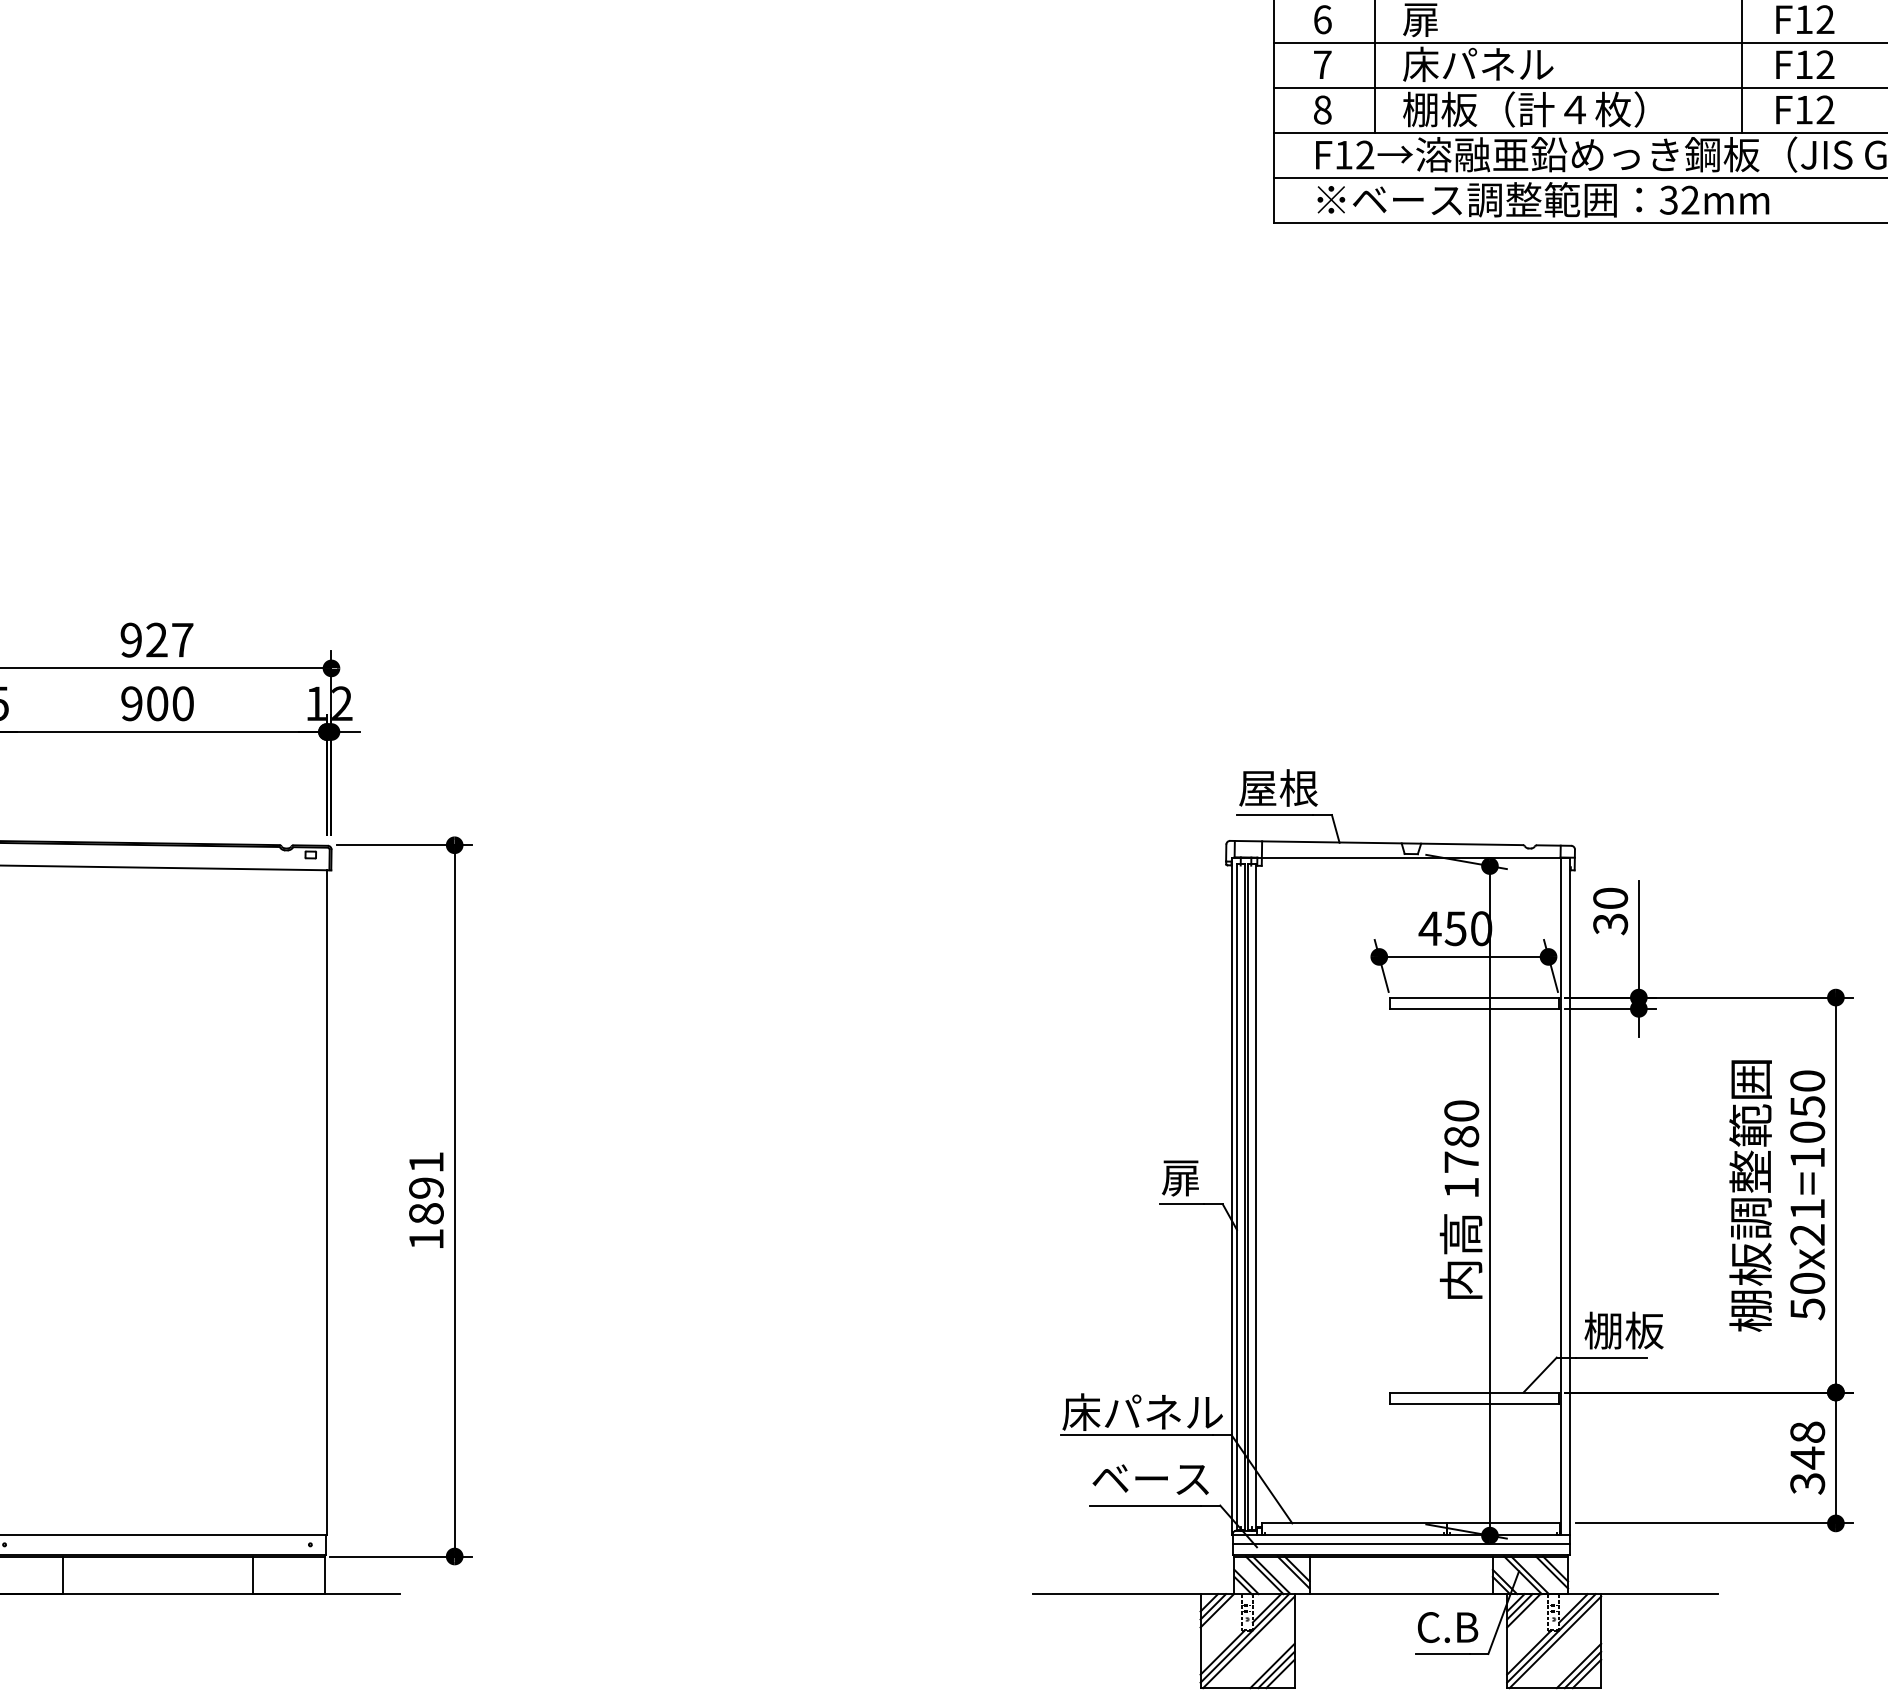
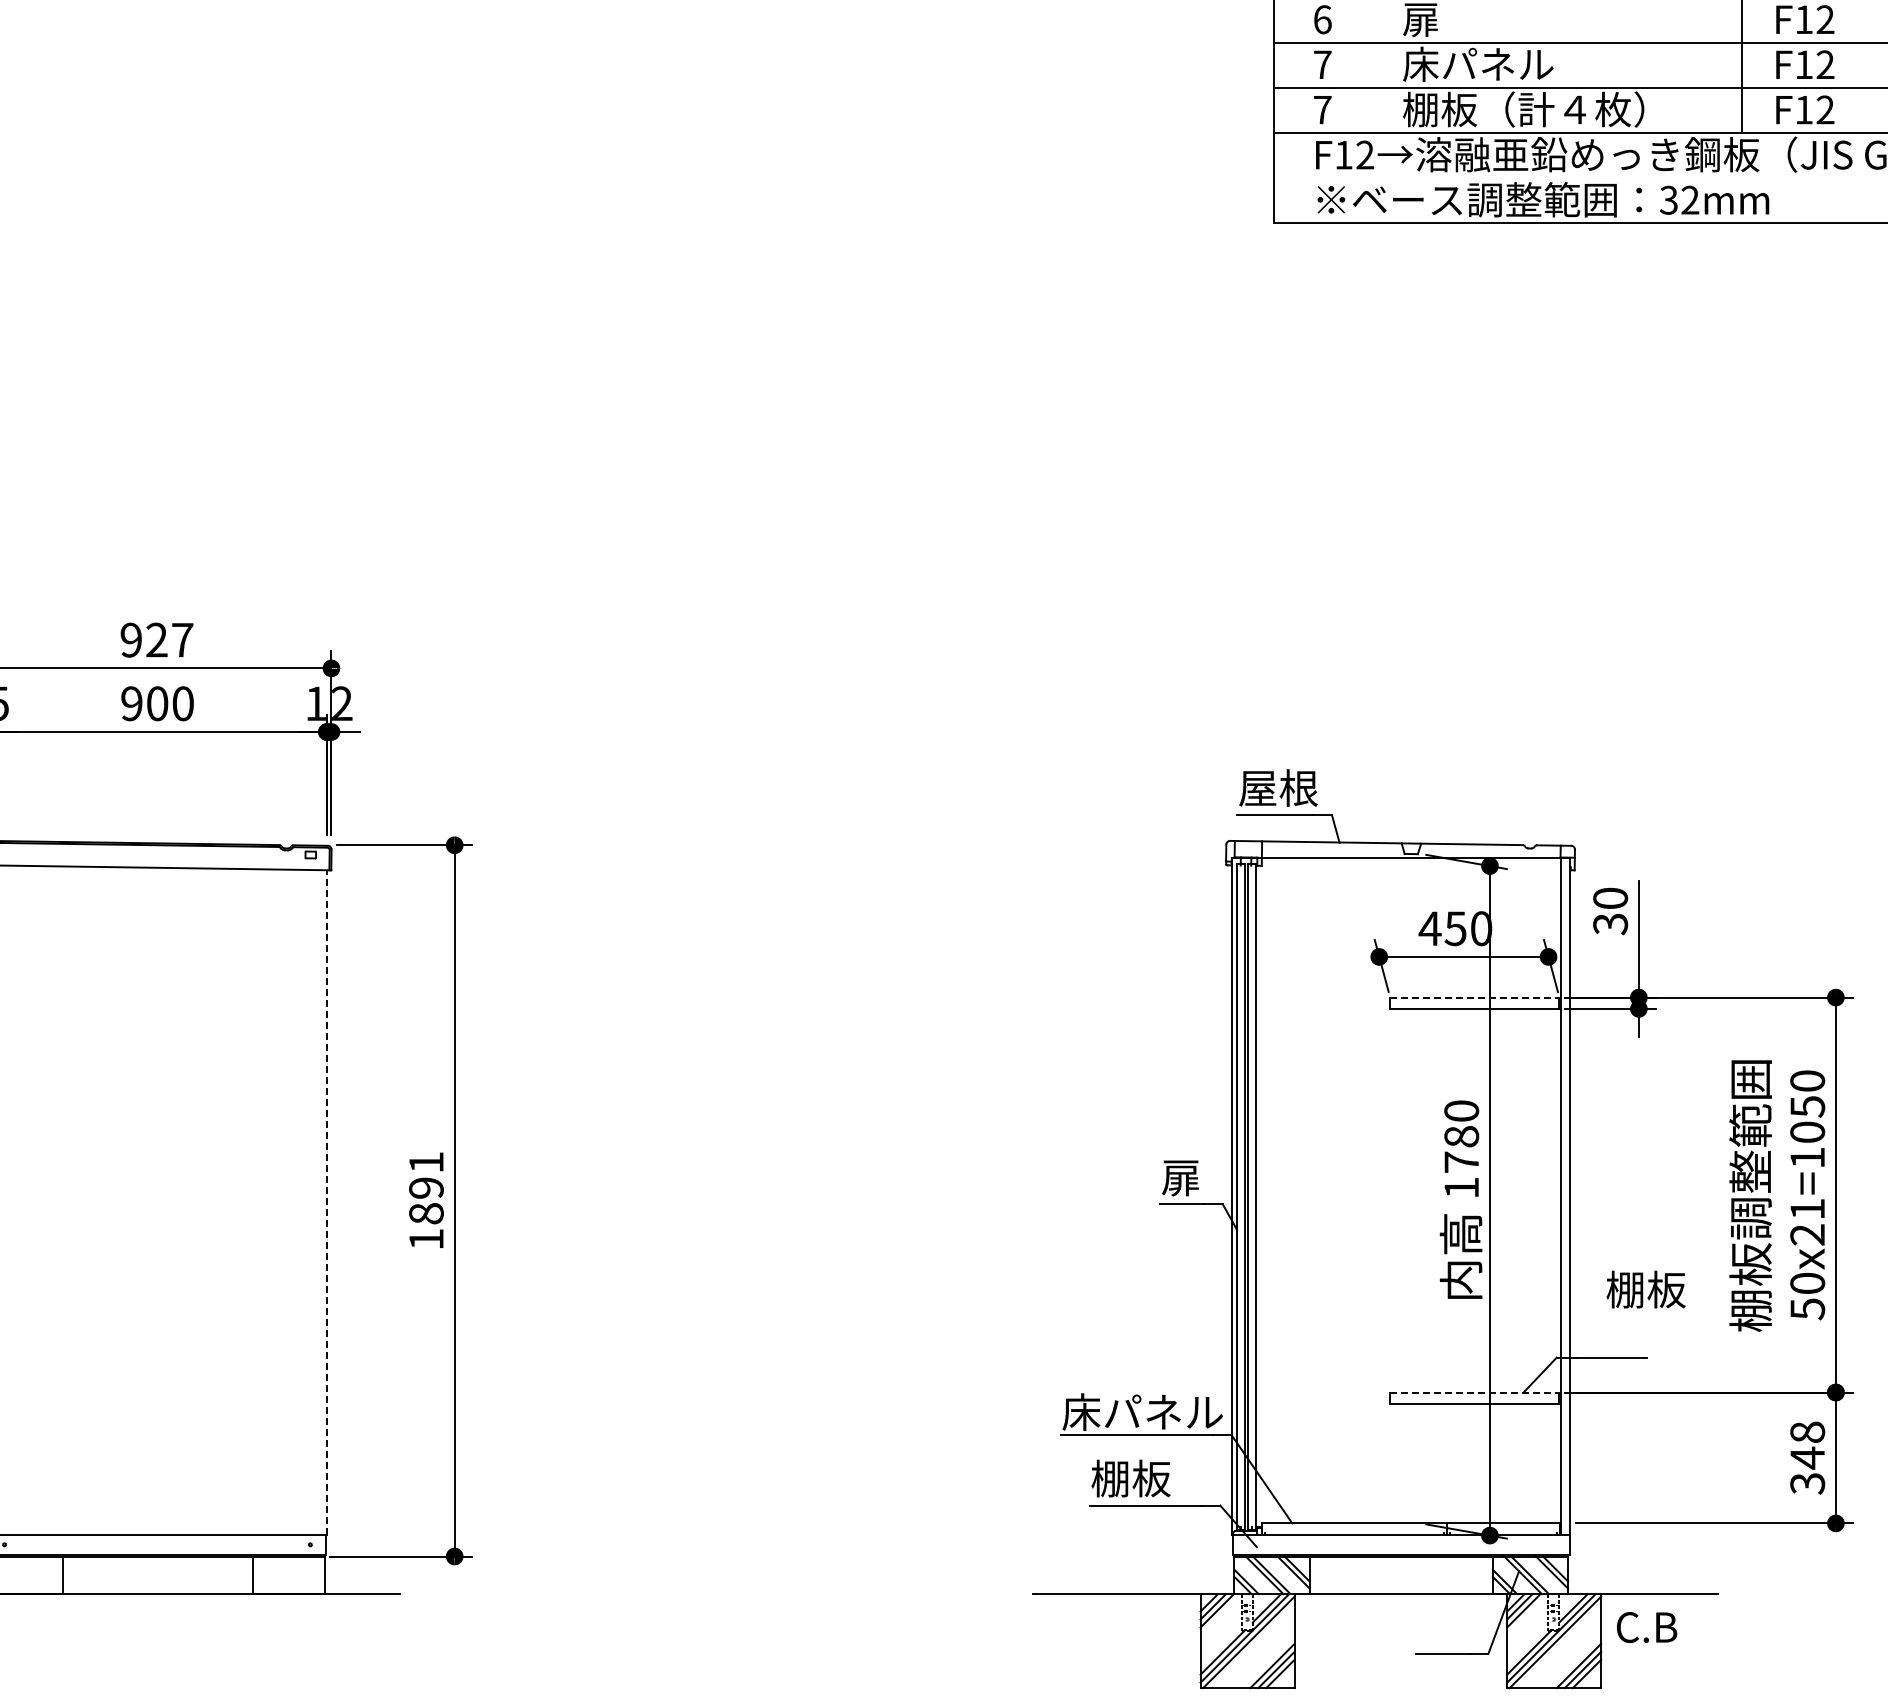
line at (1375, 67): present -> none
text at (1322, 109): 8 -> 7
line at (1578, 178): present -> none
line at (1474, 997): solid -> dashed
line at (326, 1201): solid -> dashed
text at (1623, 1330) position: (1623, 1330) -> (1645, 1289)
line at (1474, 1392): solid -> dashed
text at (1149, 1478): ベース -> 棚板
line at (1400, 1543): present -> none
text at (1448, 1627) position: (1448, 1627) -> (1647, 1627)
